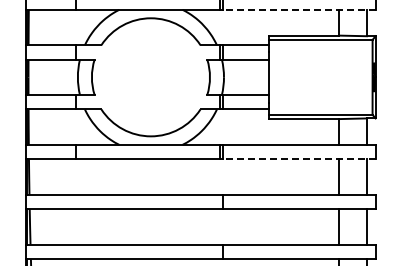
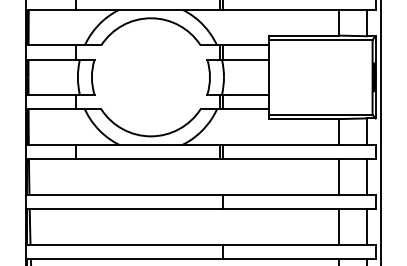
line at (298, 9): dashed -> solid
line at (381, 132): none -> present
line at (298, 159): dashed -> solid
